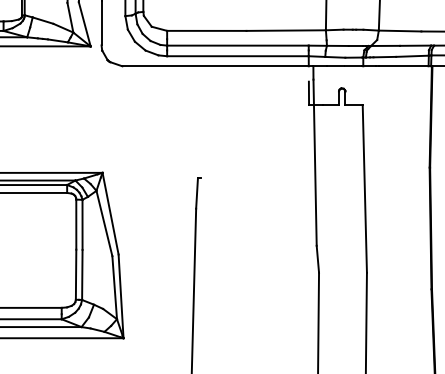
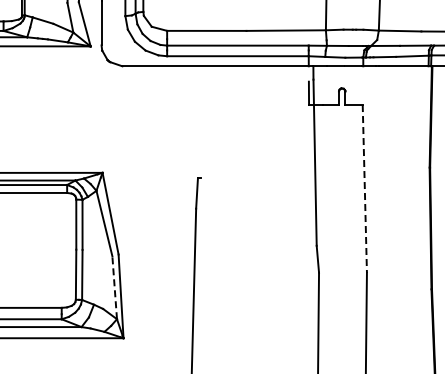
line at (364, 188): solid -> dashed
line at (114, 287): solid -> dashed
